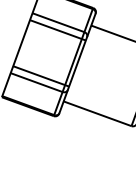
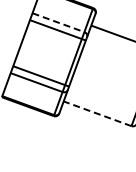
line at (58, 22): solid -> dashed
line at (97, 113): solid -> dashed
